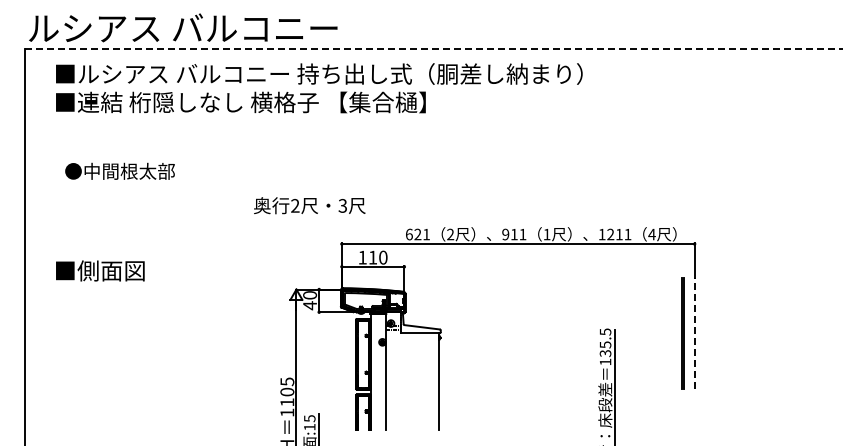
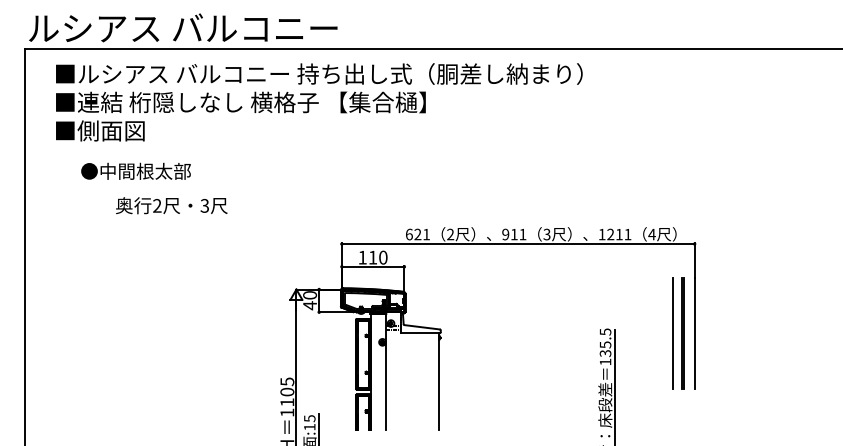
line at (433, 48): dashed -> solid
text at (119, 170) position: (119, 170) -> (135, 170)
text at (309, 205) position: (309, 205) -> (171, 205)
text at (546, 234): 1 -> 3
text at (100, 270) position: (100, 270) -> (100, 130)
line at (672, 333): none -> present
line at (694, 333): dashed -> solid
